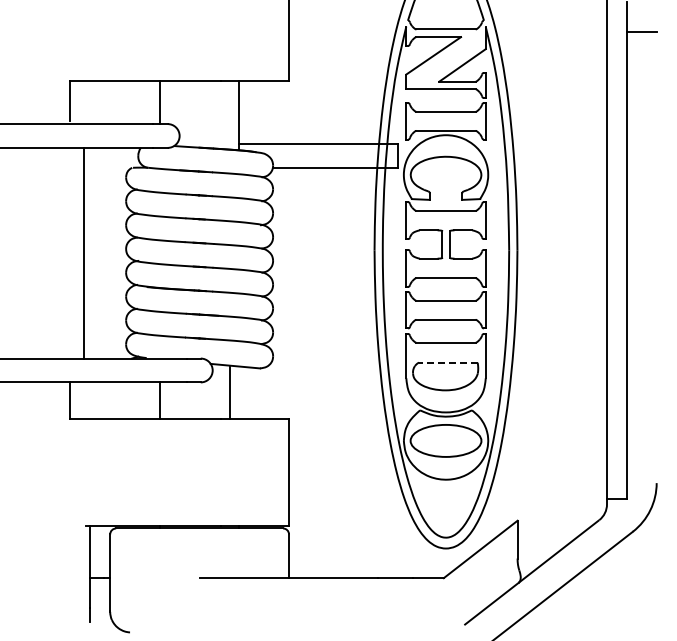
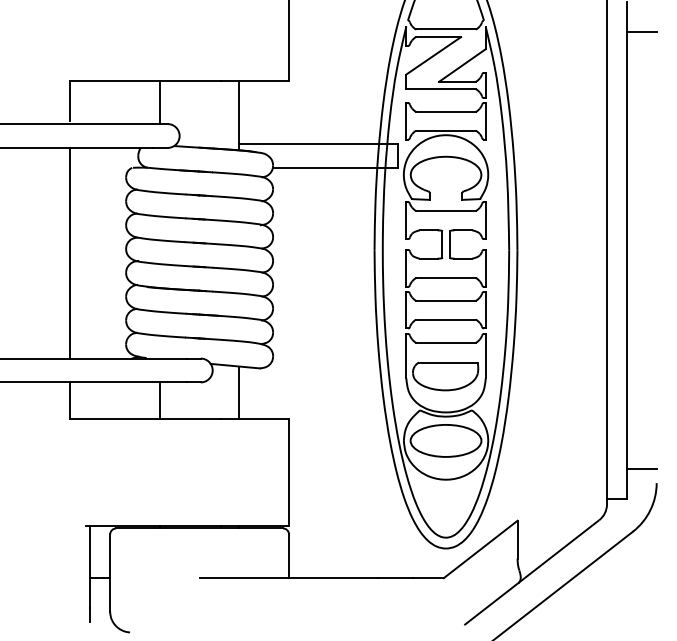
line at (84, 252) position: (84, 252) -> (70, 252)
line at (447, 362): dashed -> solid
line at (230, 392) position: (230, 392) -> (239, 392)
line at (641, 468): none -> present
